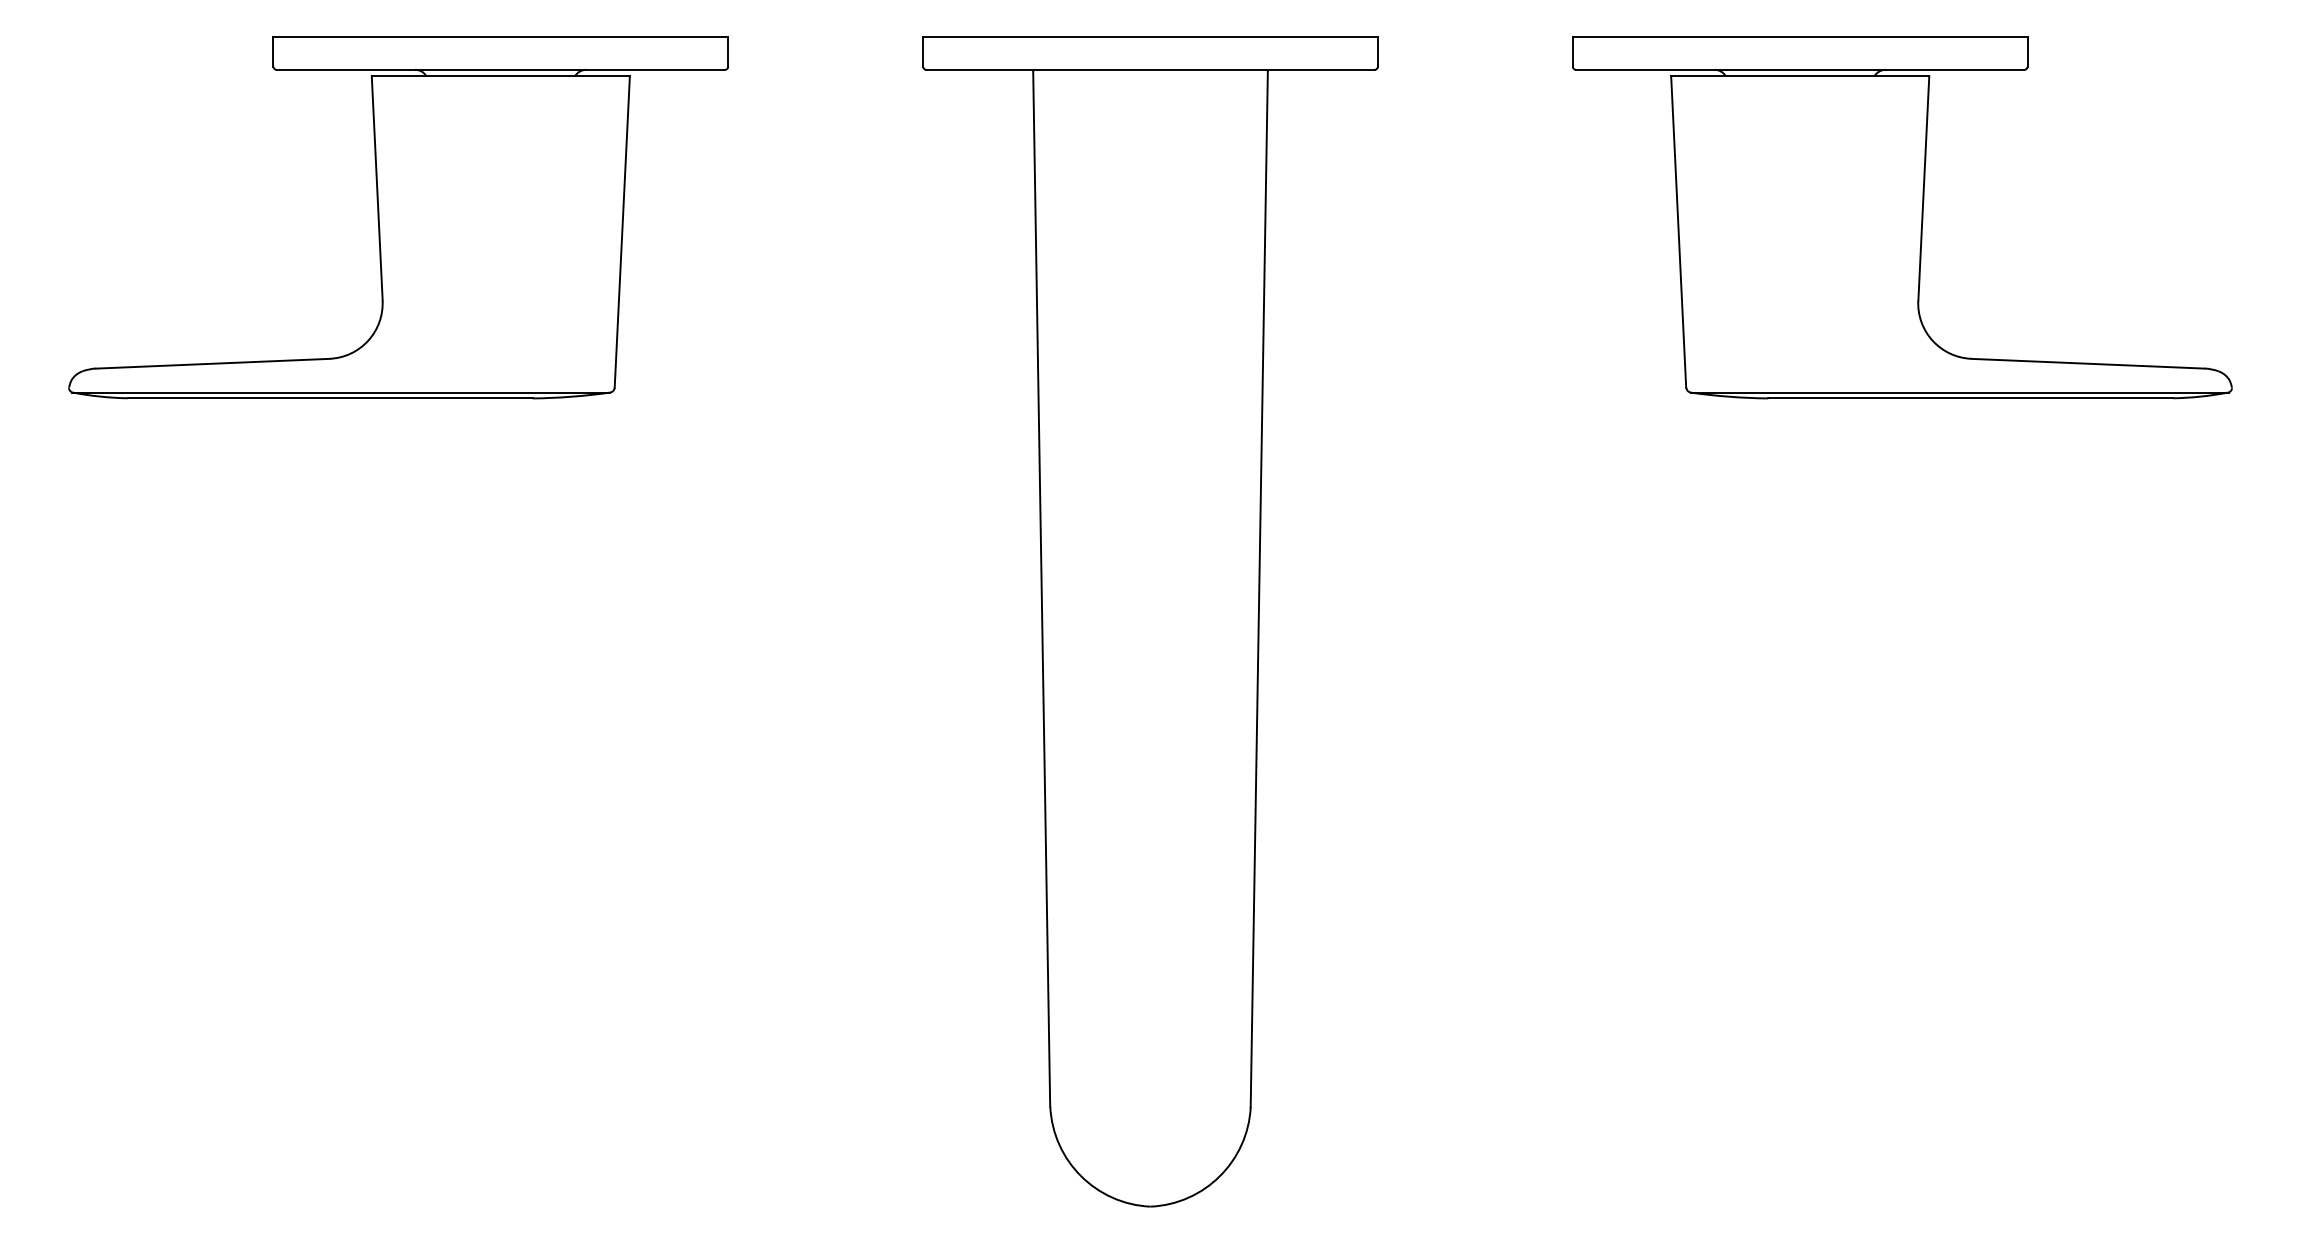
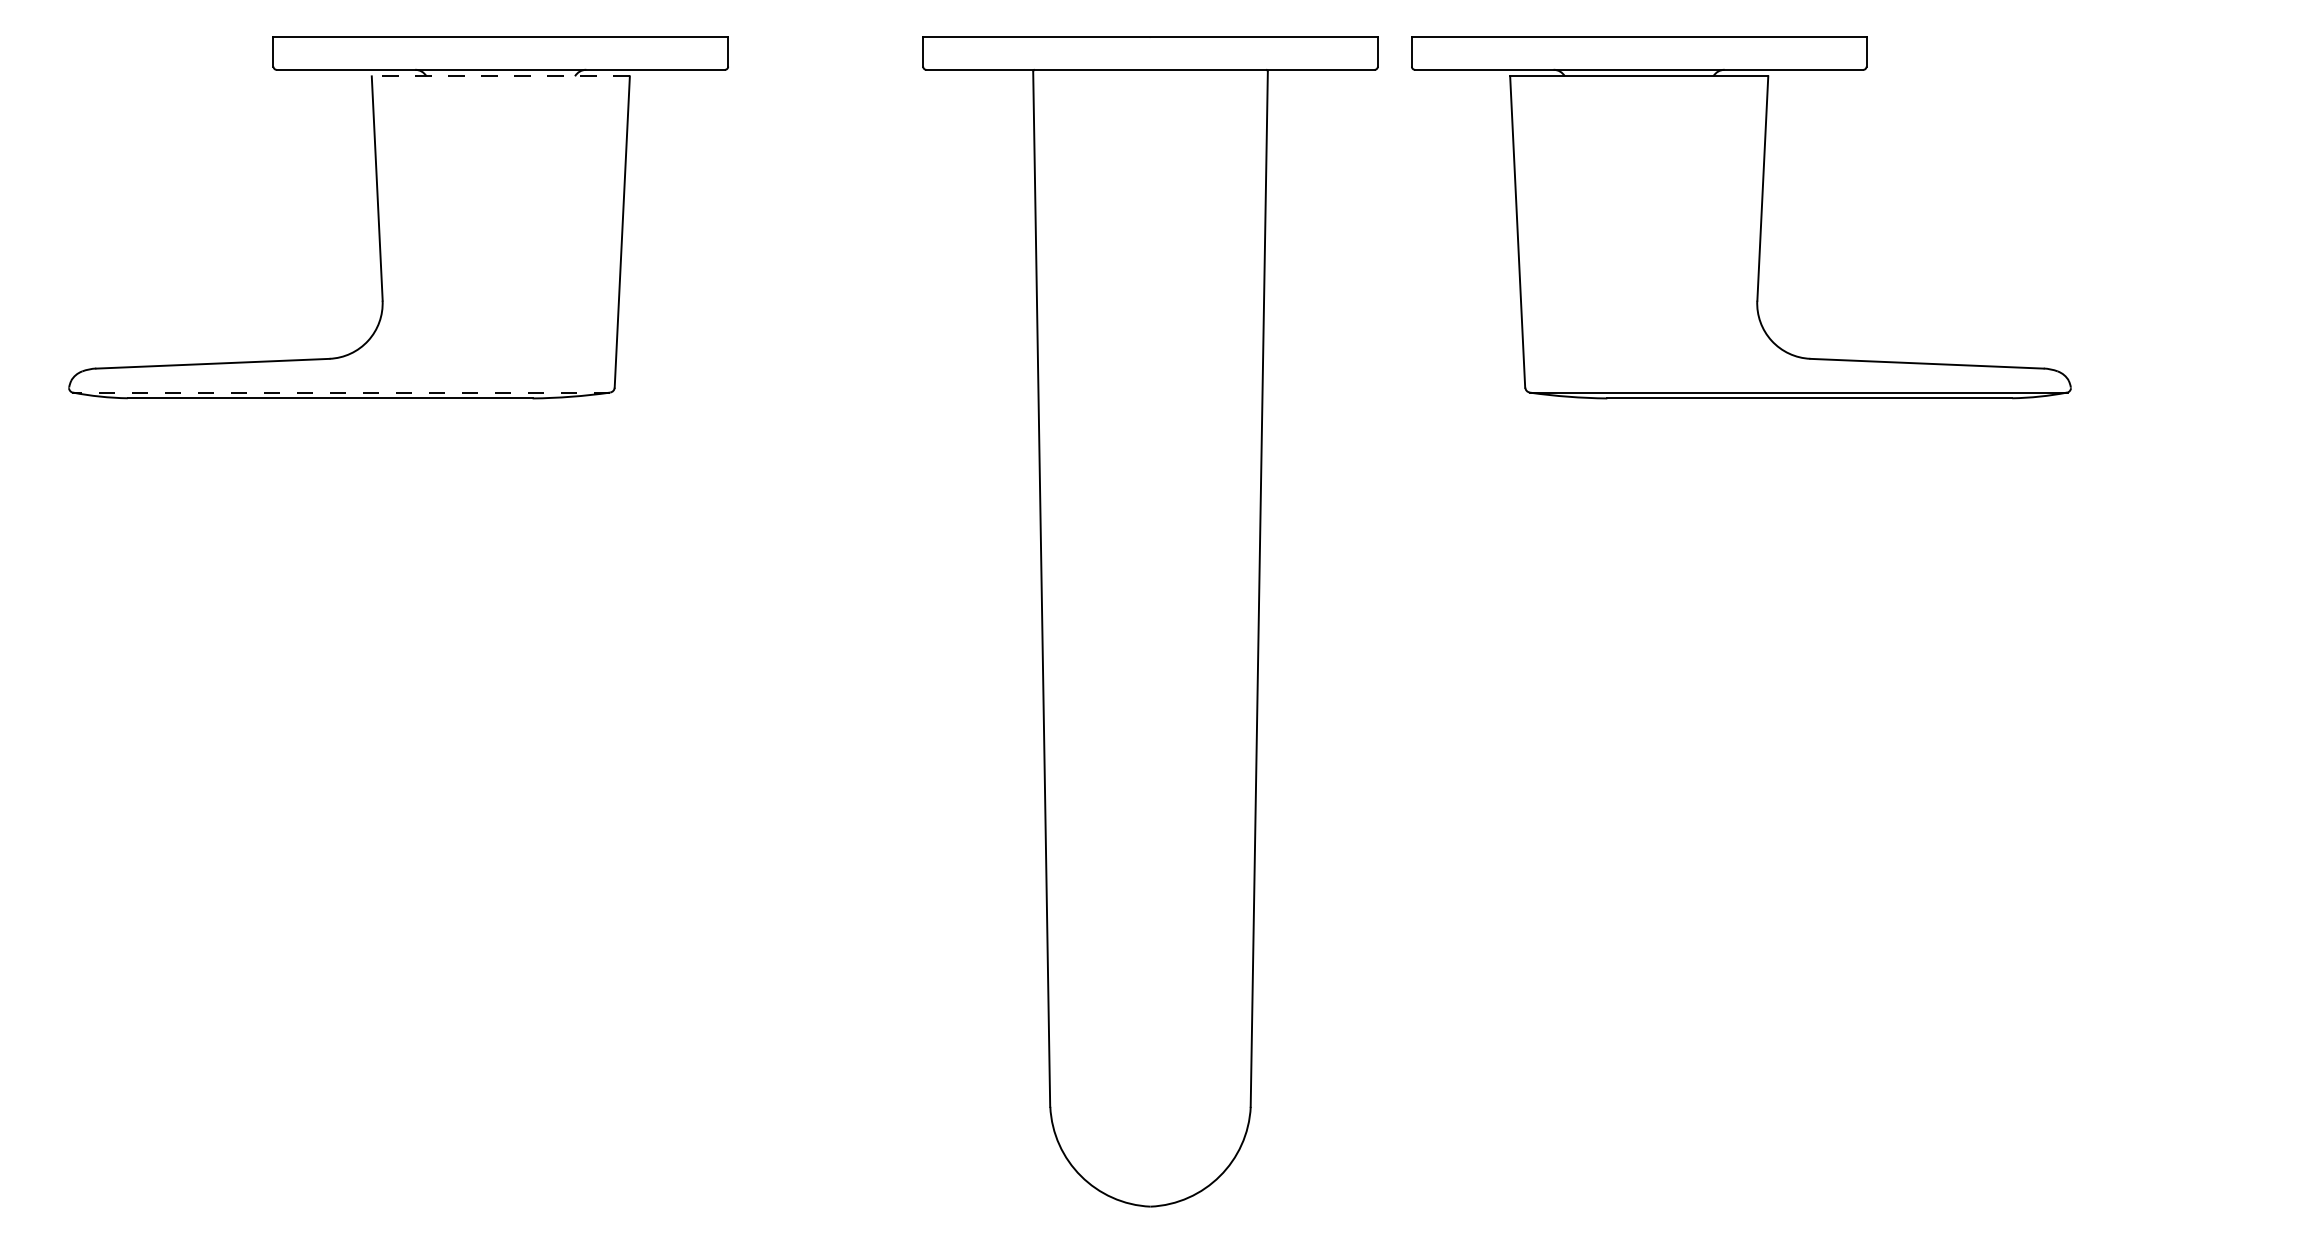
line at (500, 76): solid -> dashed
part at (1902, 217) position: (1902, 217) -> (1741, 217)
line at (341, 392): solid -> dashed
